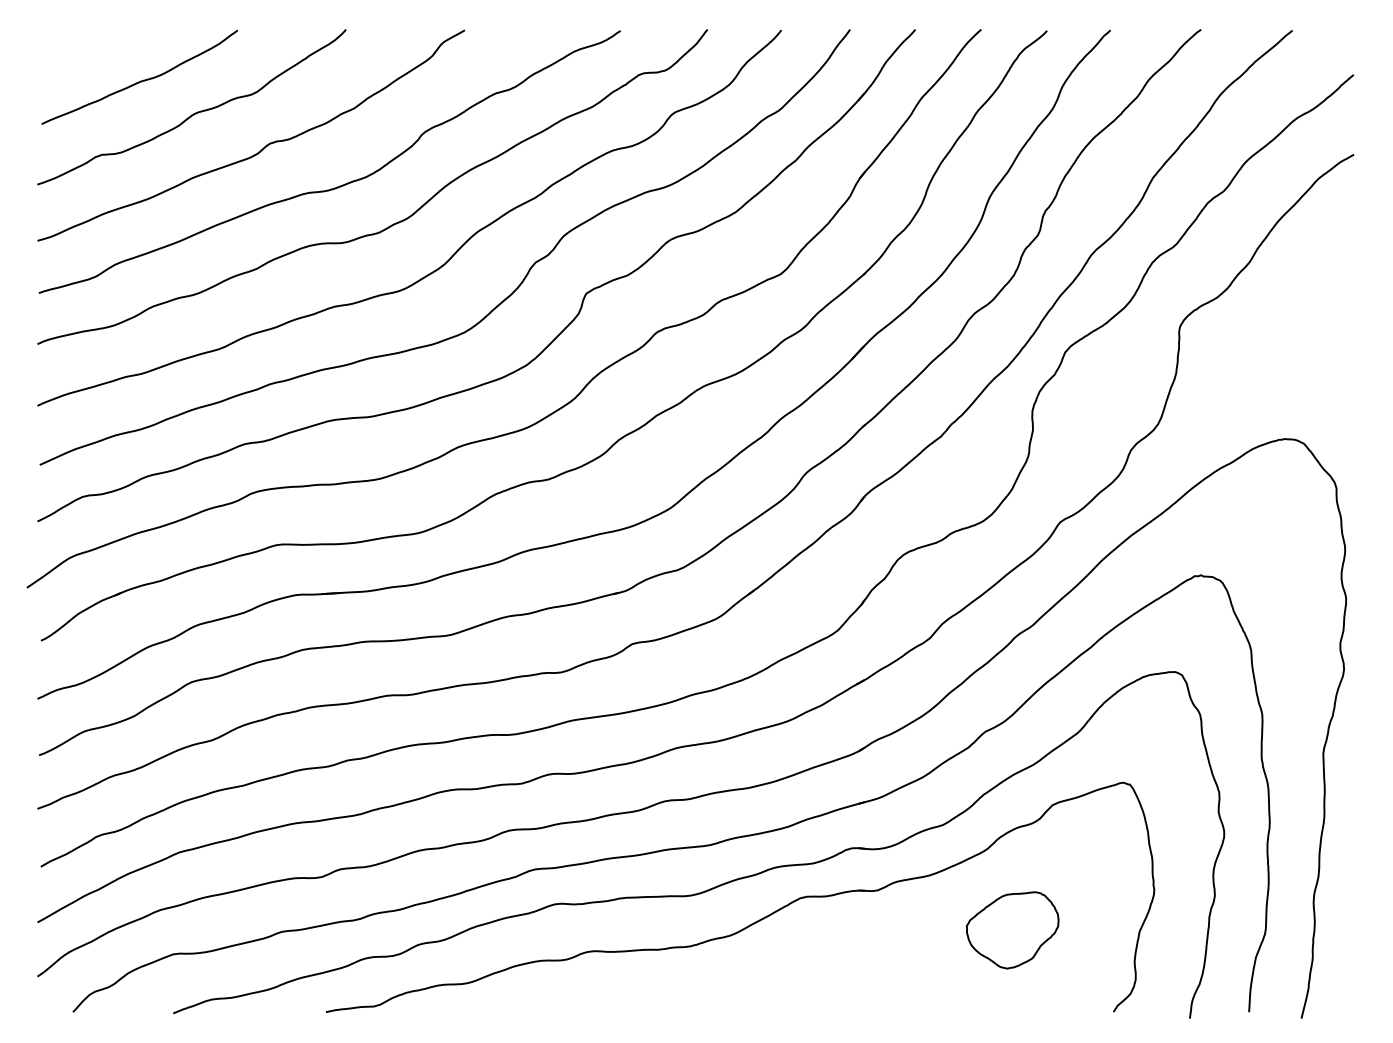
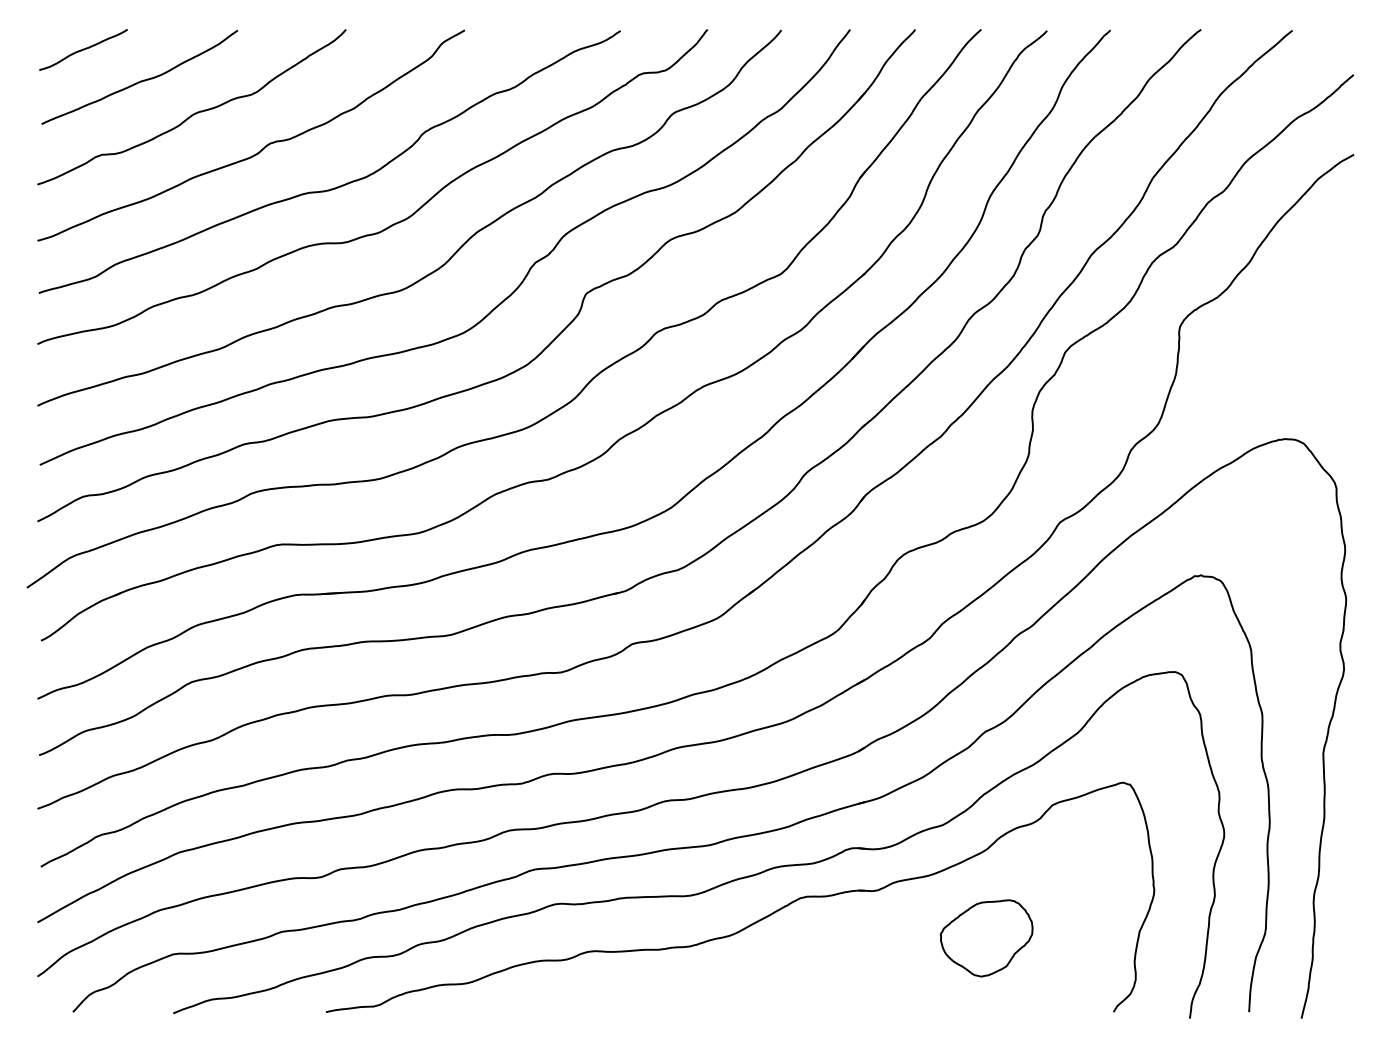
curve at (83, 49): none -> present
part at (1012, 930) position: (1012, 930) -> (986, 938)
